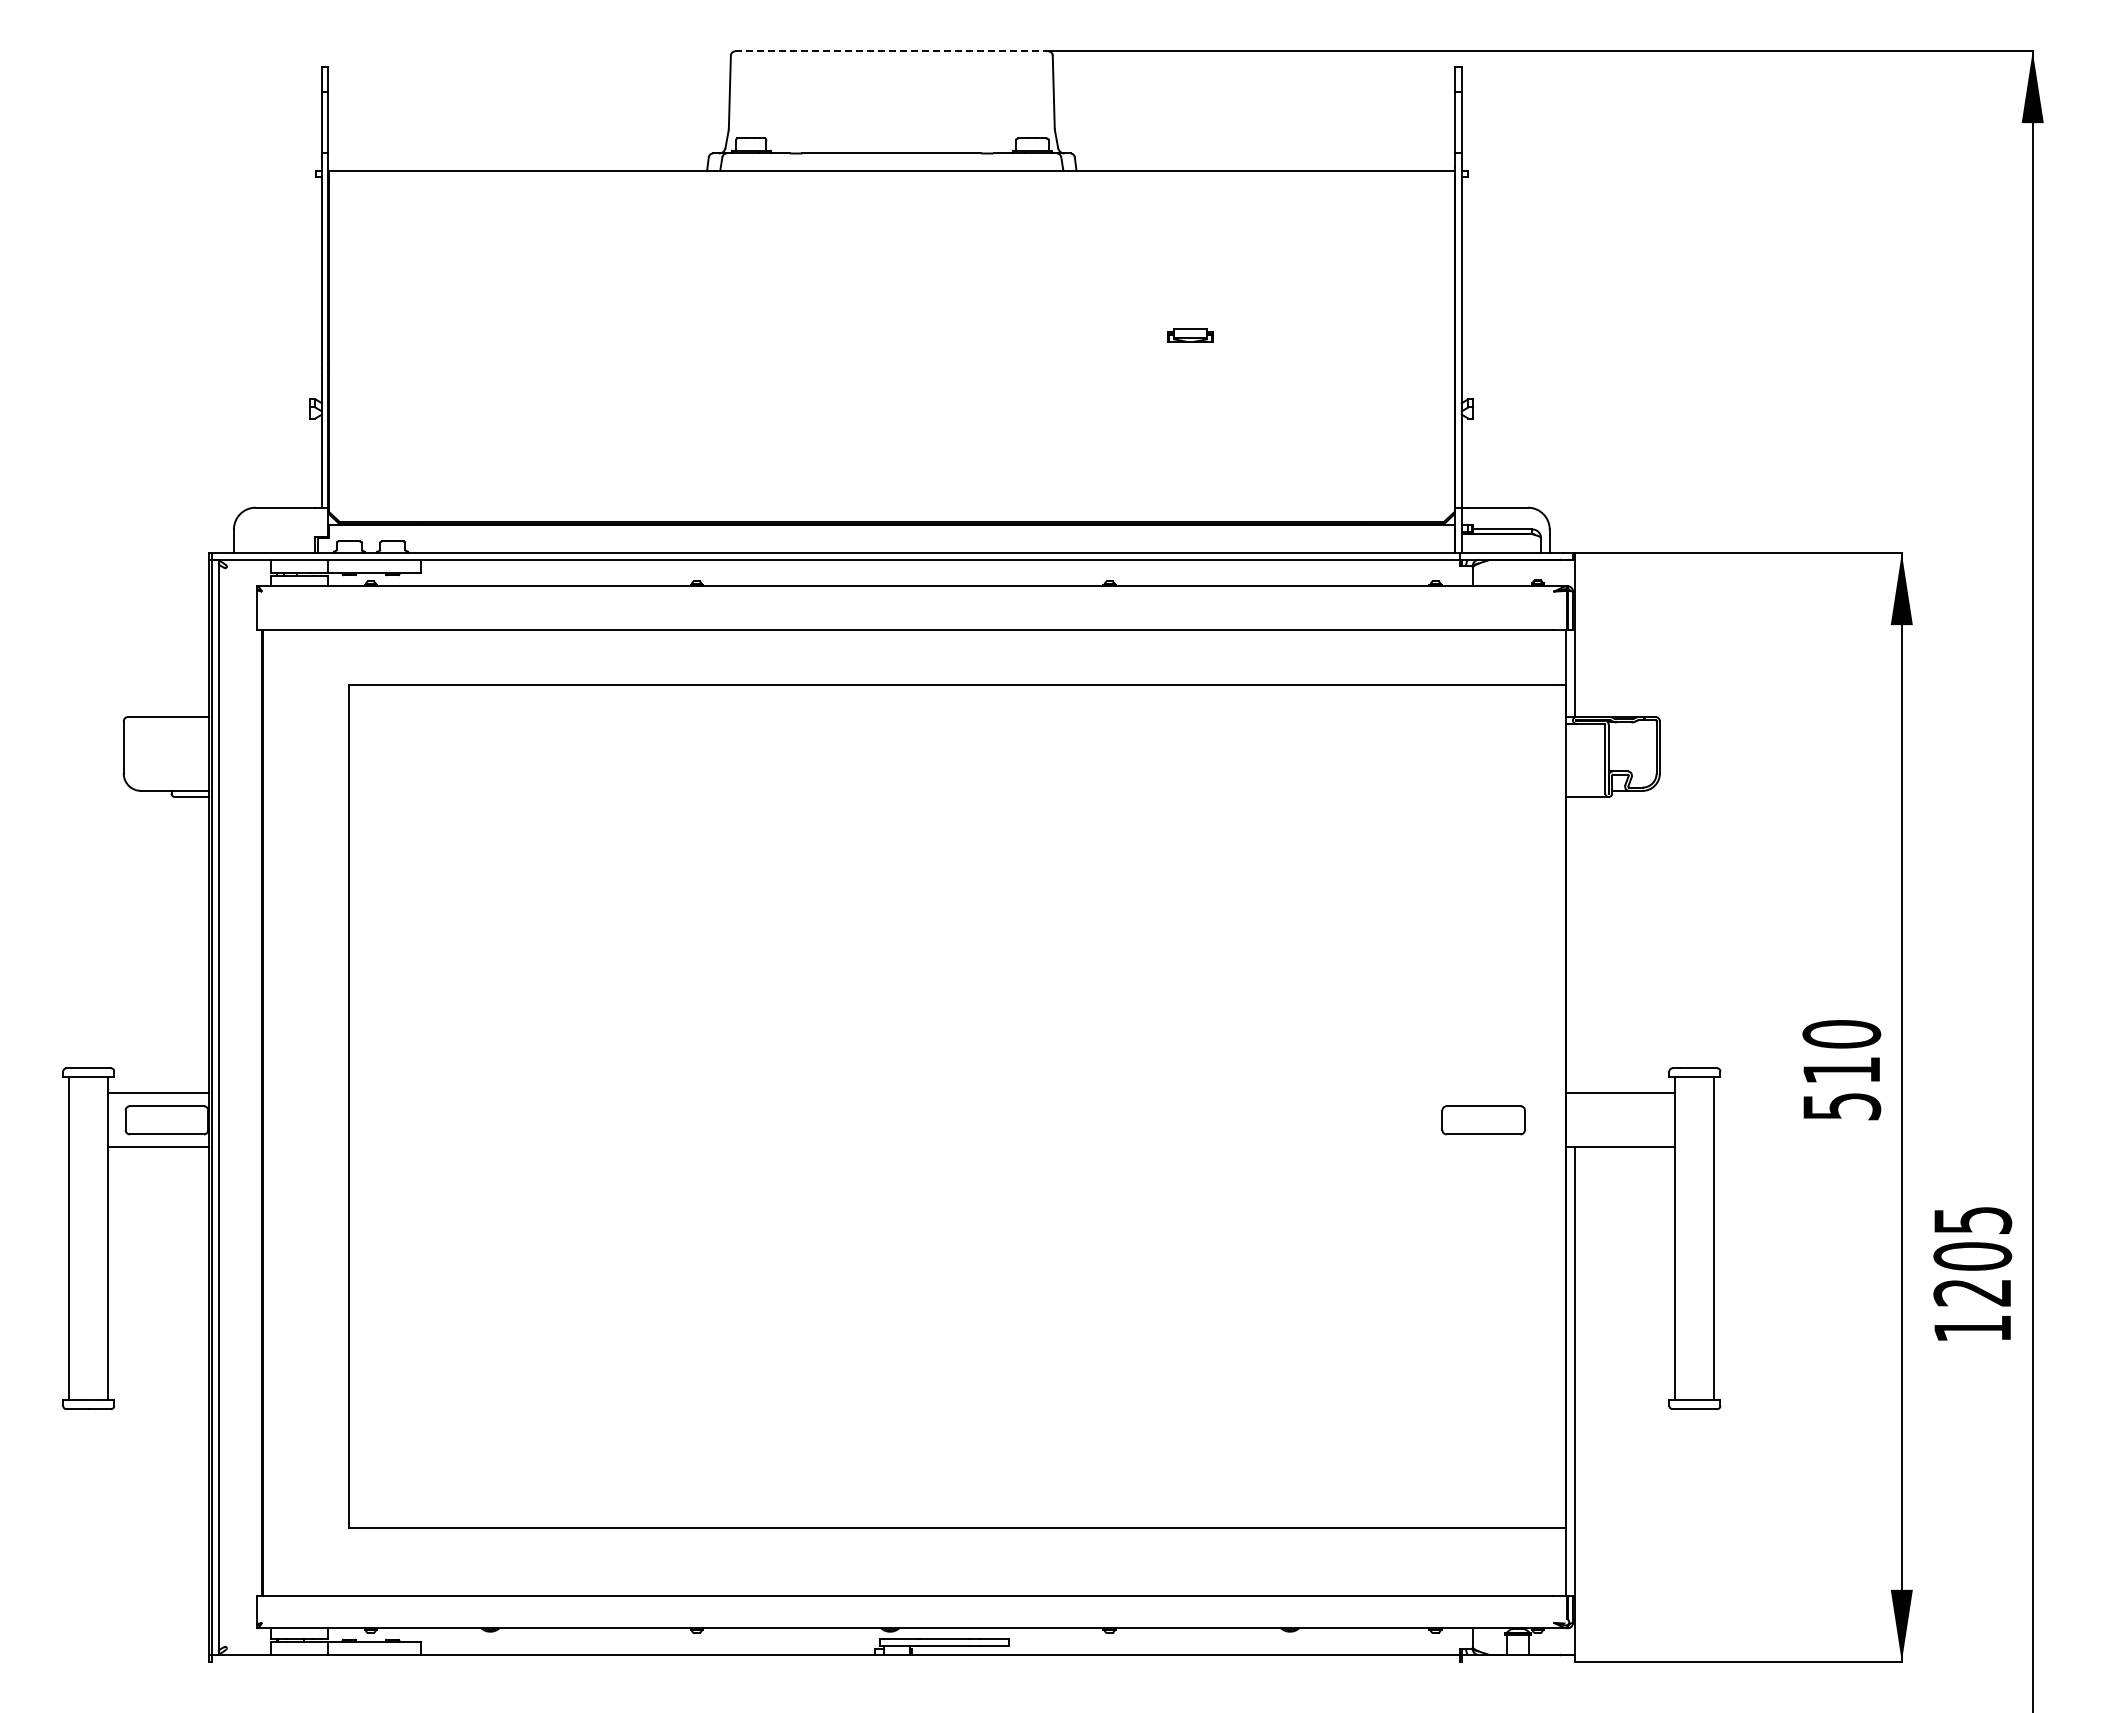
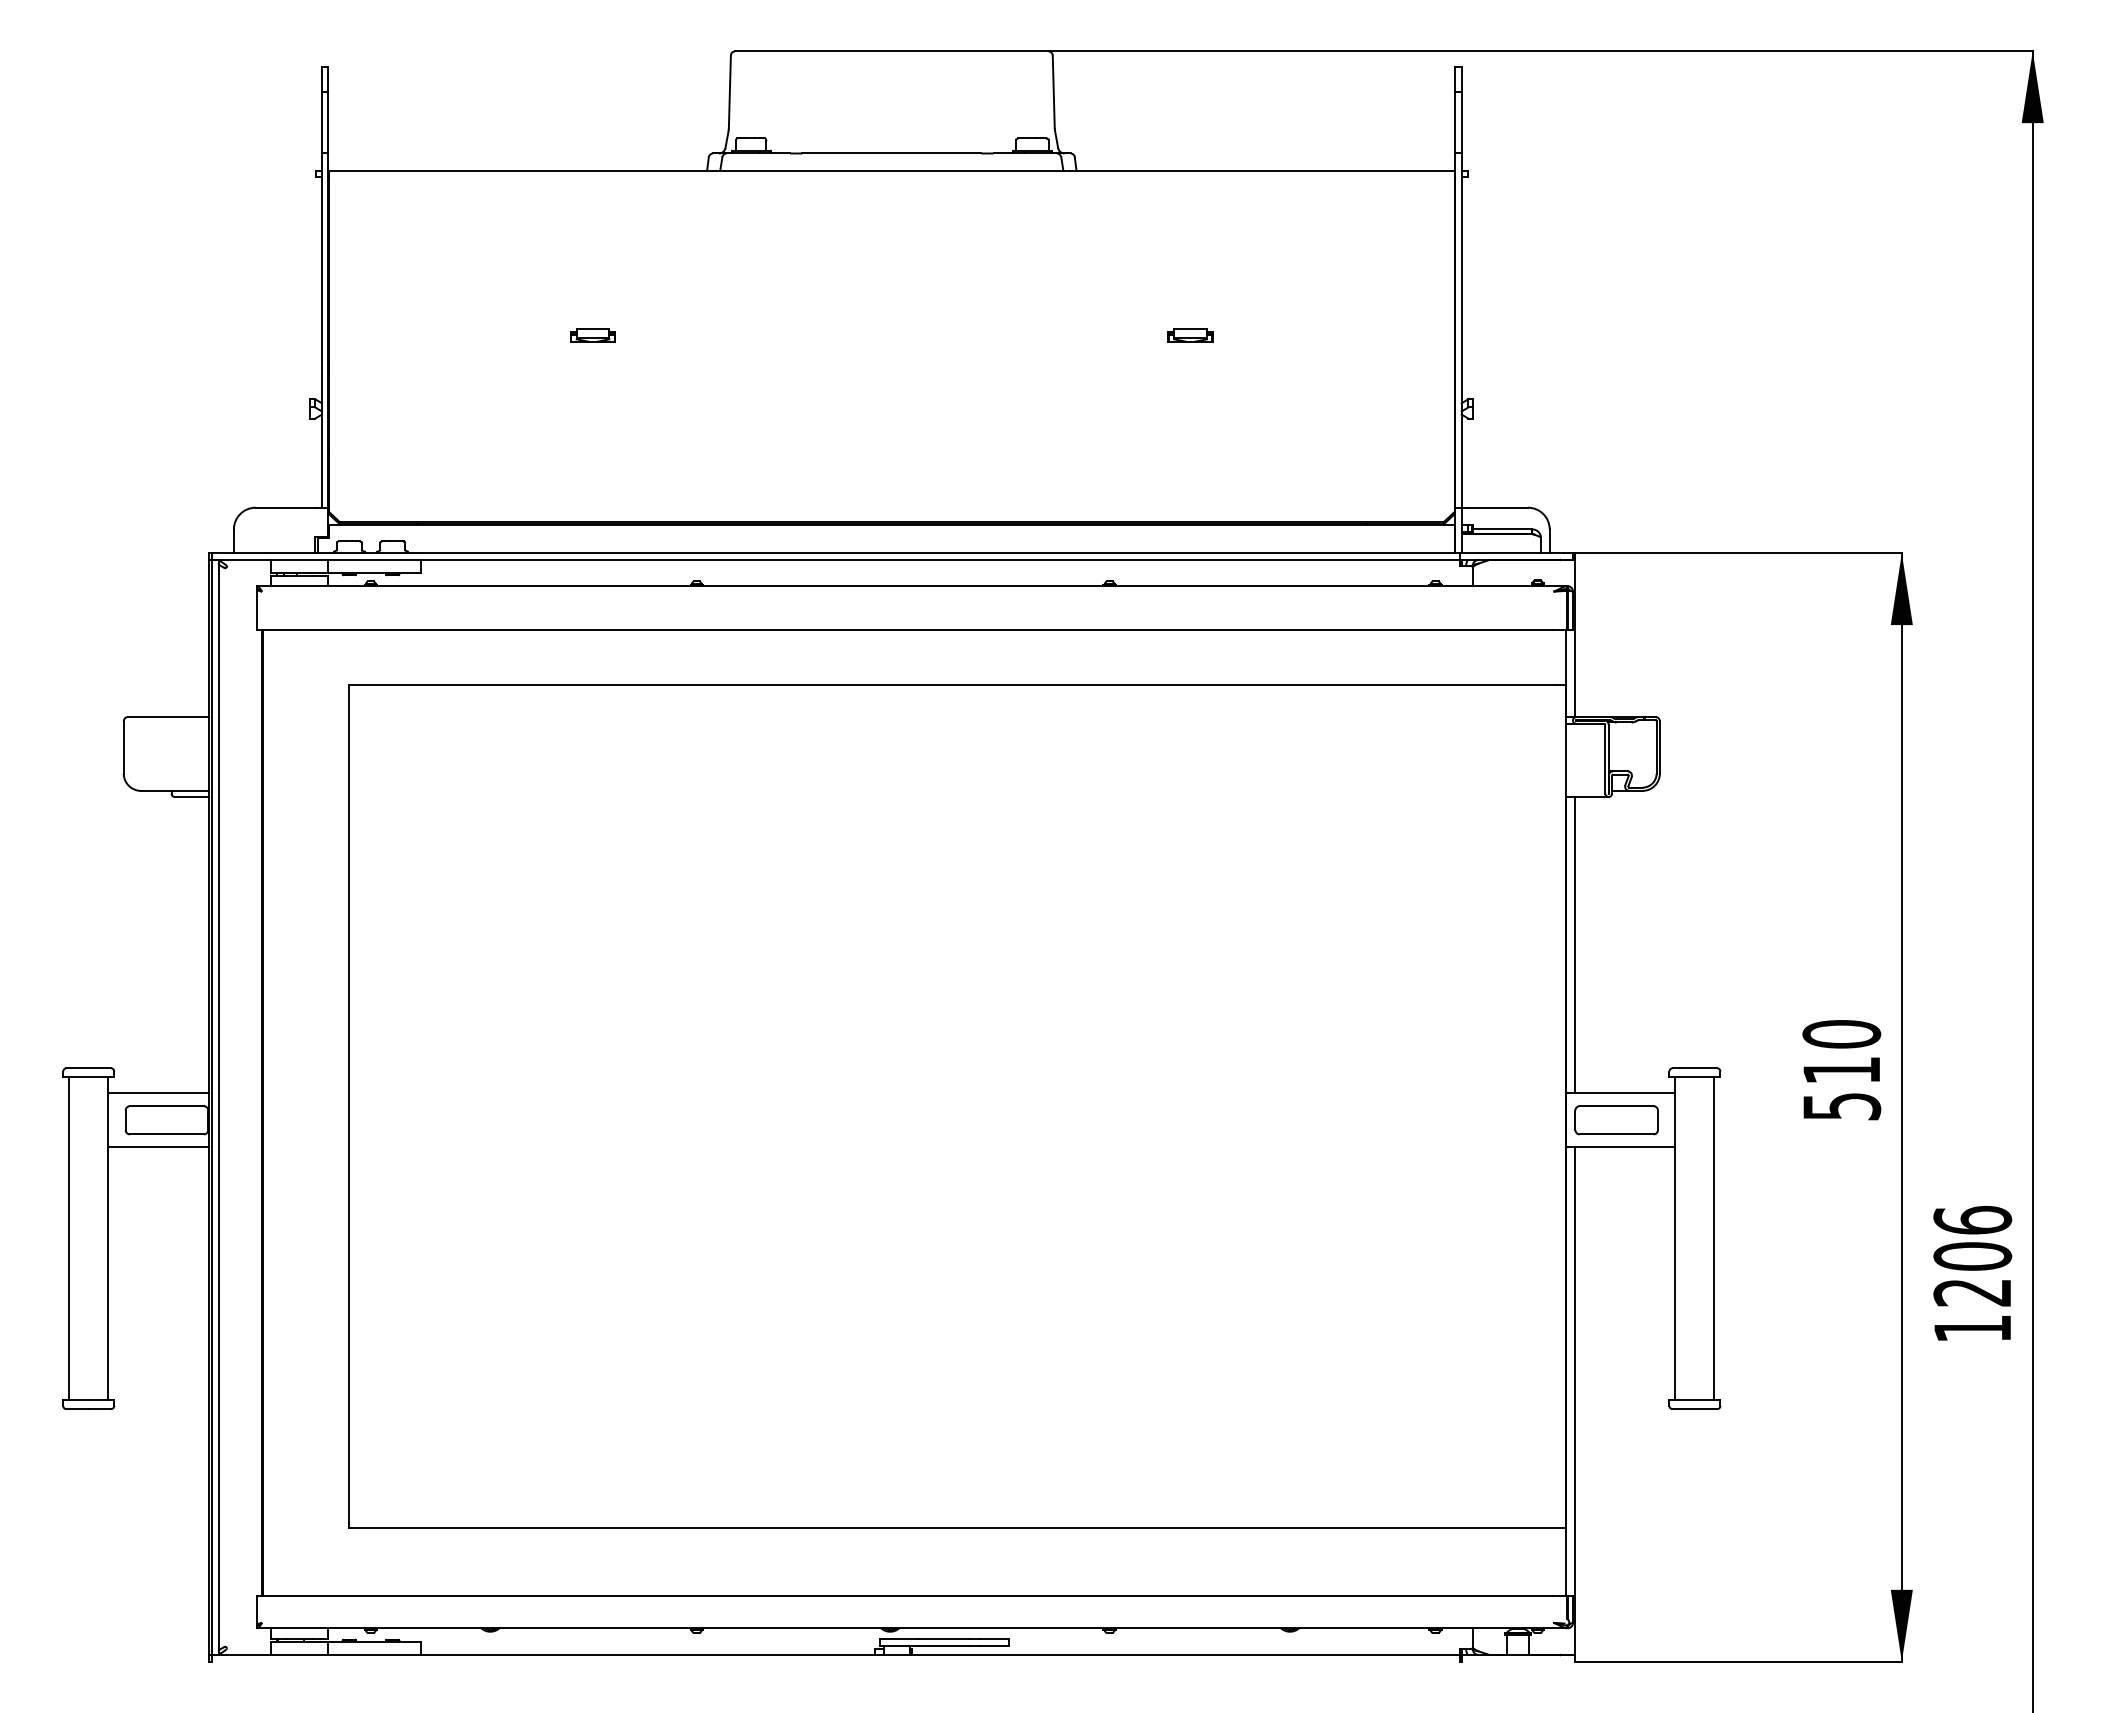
line at (891, 51): dashed -> solid
part at (592, 335): none -> present
line at (1574, 945): none -> present
part at (1483, 1120) position: (1483, 1120) -> (1616, 1120)
text at (1972, 1219): 1205 -> 1206
